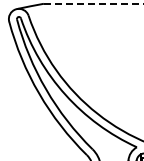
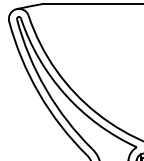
line at (93, 3): dashed -> solid
